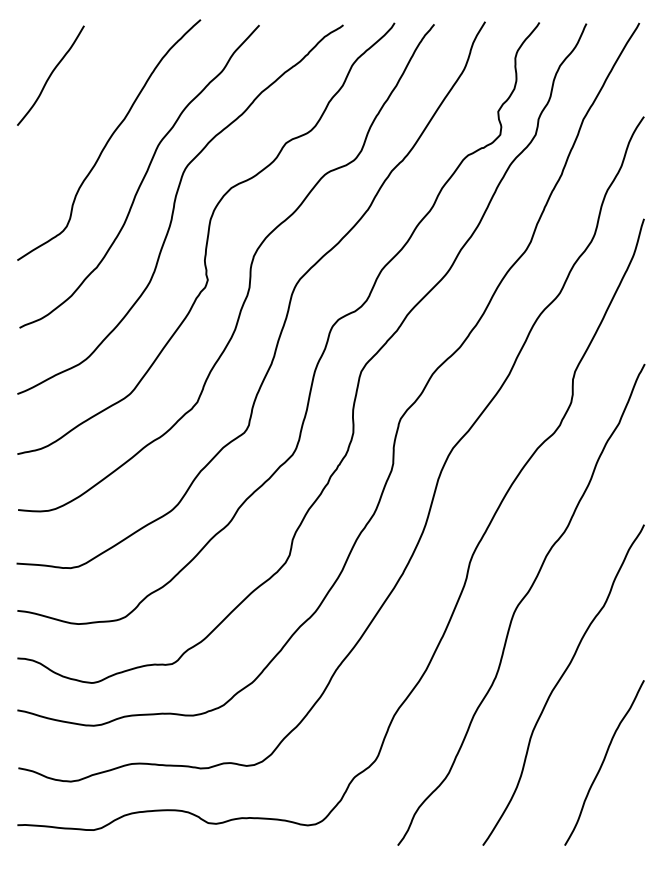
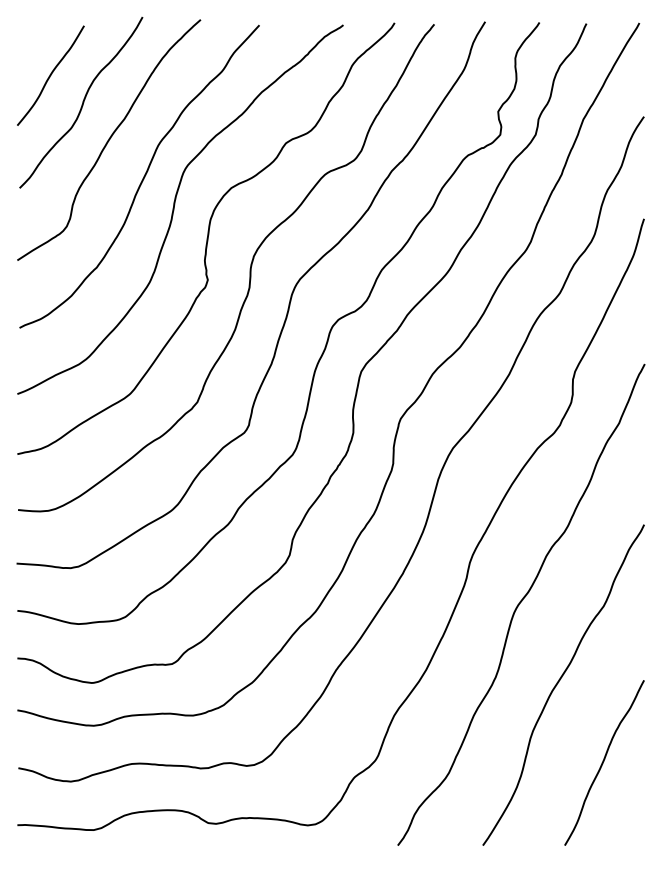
curve at (82, 102): none -> present
